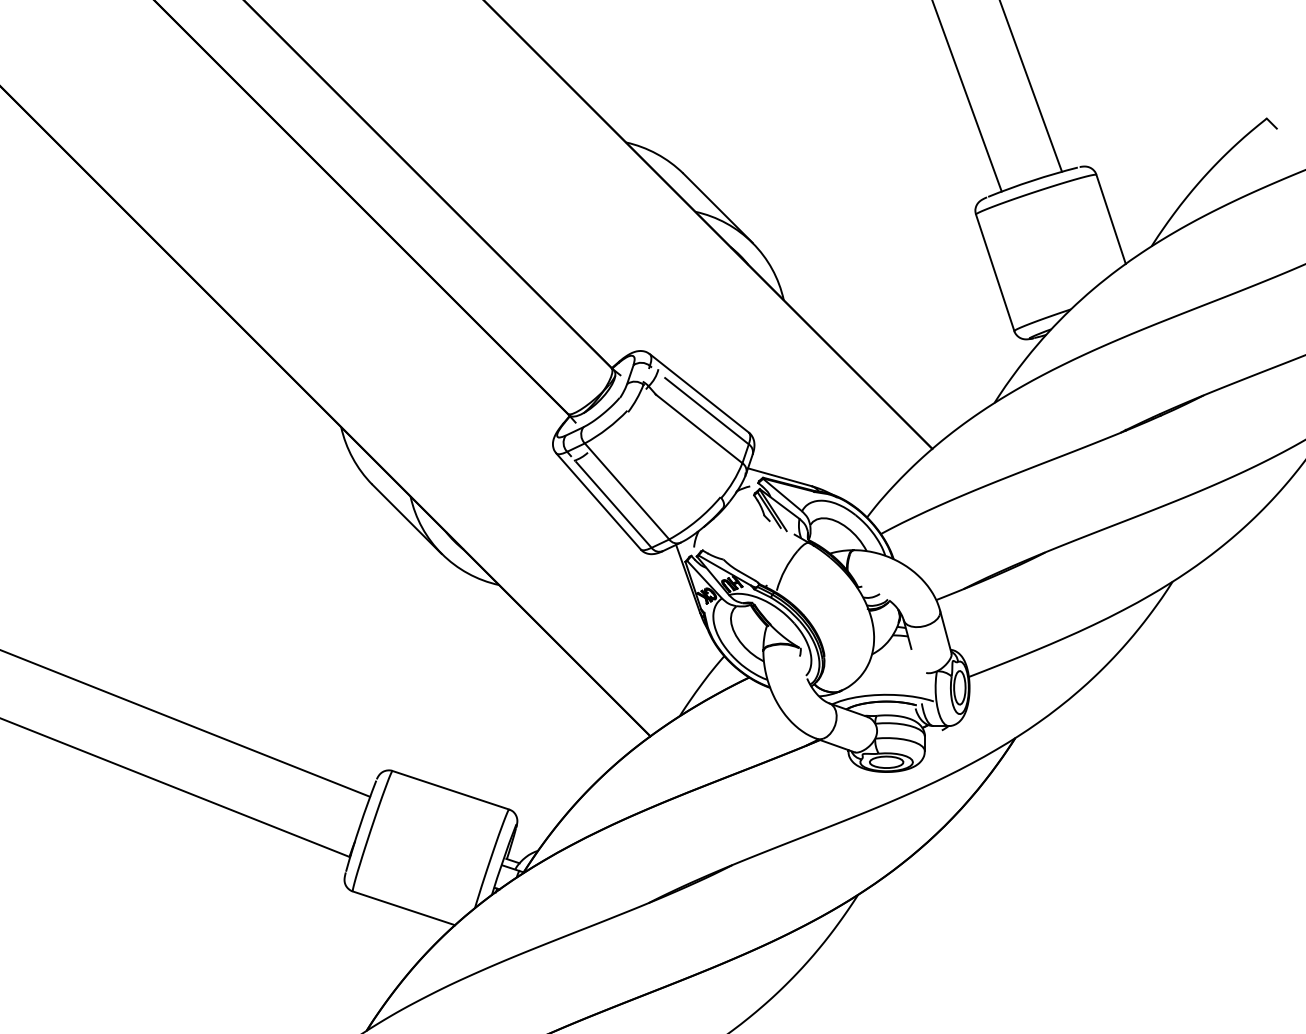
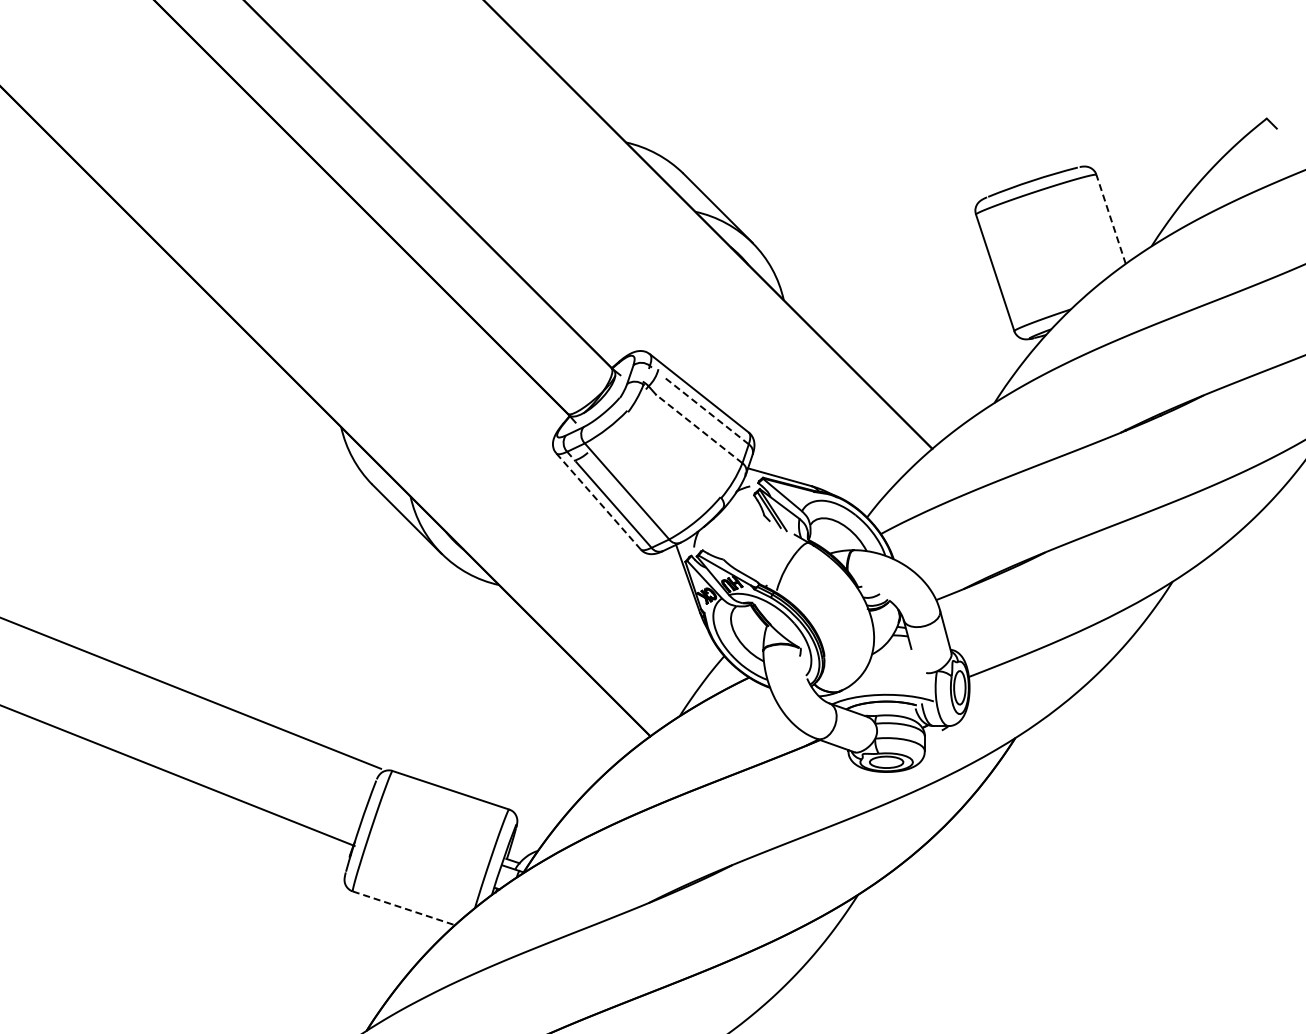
line at (1030, 86): present -> none
line at (967, 96): present -> none
line at (1111, 219): solid -> dashed
line at (706, 410): solid -> dashed
line at (698, 428): solid -> dashed
line at (598, 501): solid -> dashed
line at (186, 723) position: (186, 723) -> (191, 693)
line at (175, 787) position: (175, 787) -> (178, 775)
line at (403, 908): solid -> dashed
